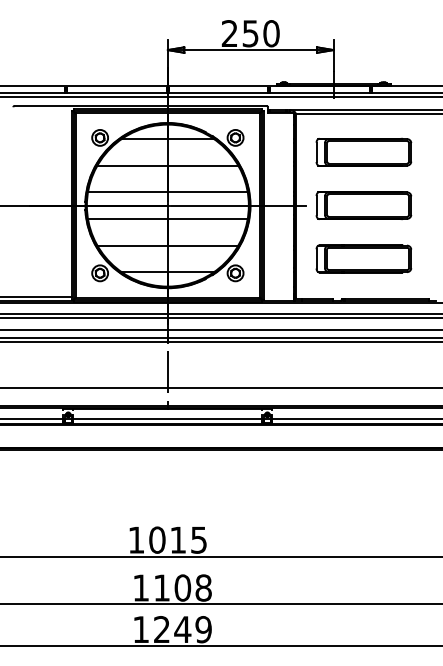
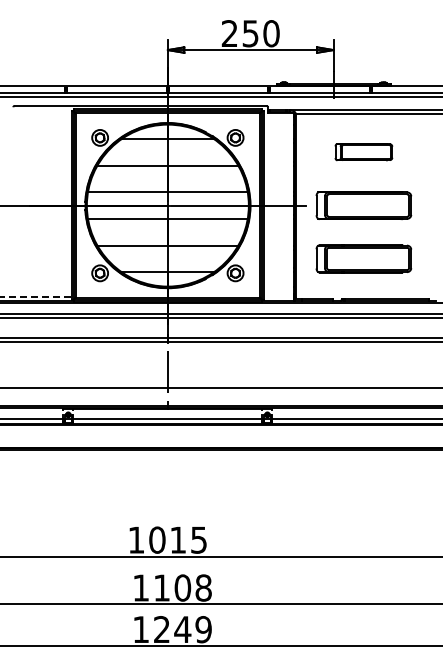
part at (363, 151) size: 98x30 px -> 60x19 px
line at (36, 296): solid -> dashed
line at (220, 329): present -> none
